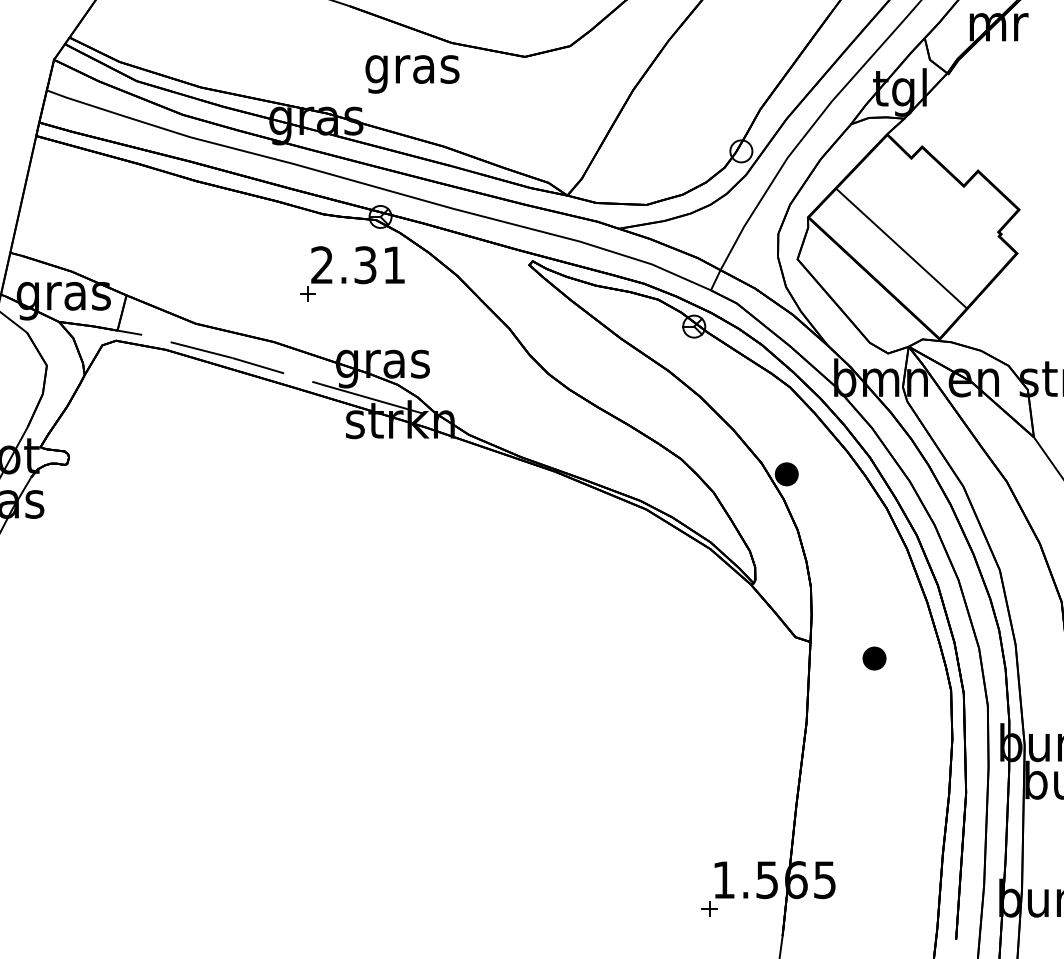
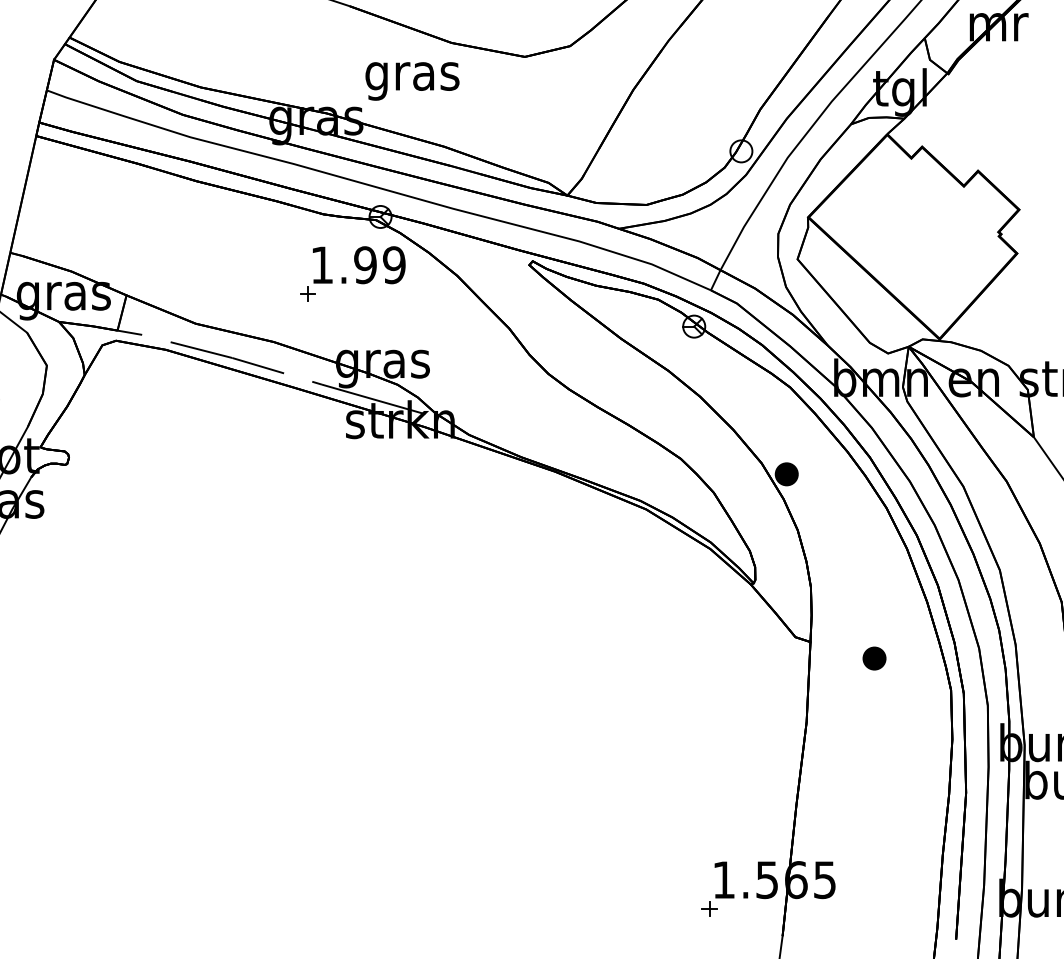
text at (412, 74) position: (412, 74) -> (412, 81)
line at (901, 248): present -> none
text at (358, 265): 2.31 -> 1.99
